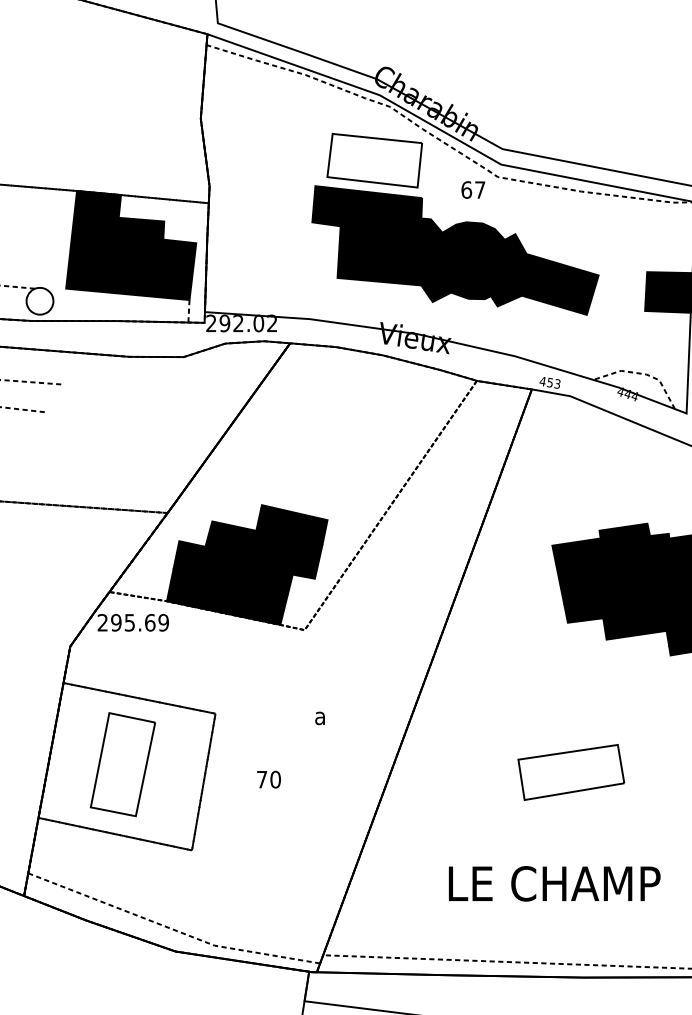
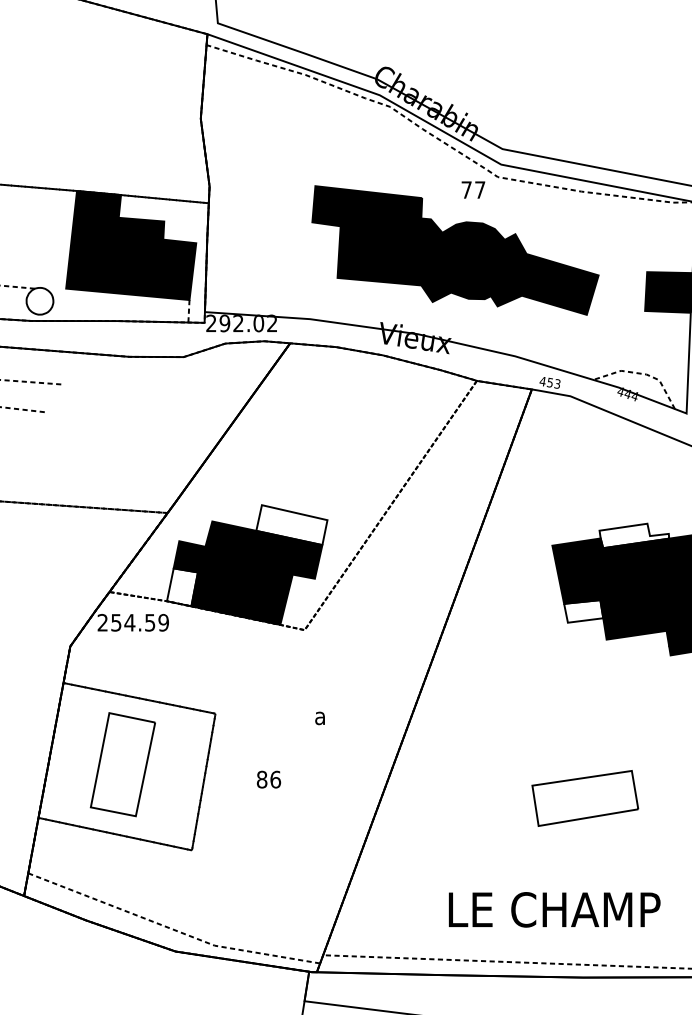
part at (374, 160): present -> none
text at (466, 189): 67 -> 77
fill at (291, 525): present -> none
fill at (634, 535): present -> none
fill at (182, 587): present -> none
fill at (583, 611): present -> none
text at (133, 622): 295.69 -> 254.59
part at (571, 772) position: (571, 772) -> (585, 798)
text at (268, 779): 70 -> 86
text at (554, 883) position: (554, 883) -> (554, 909)
